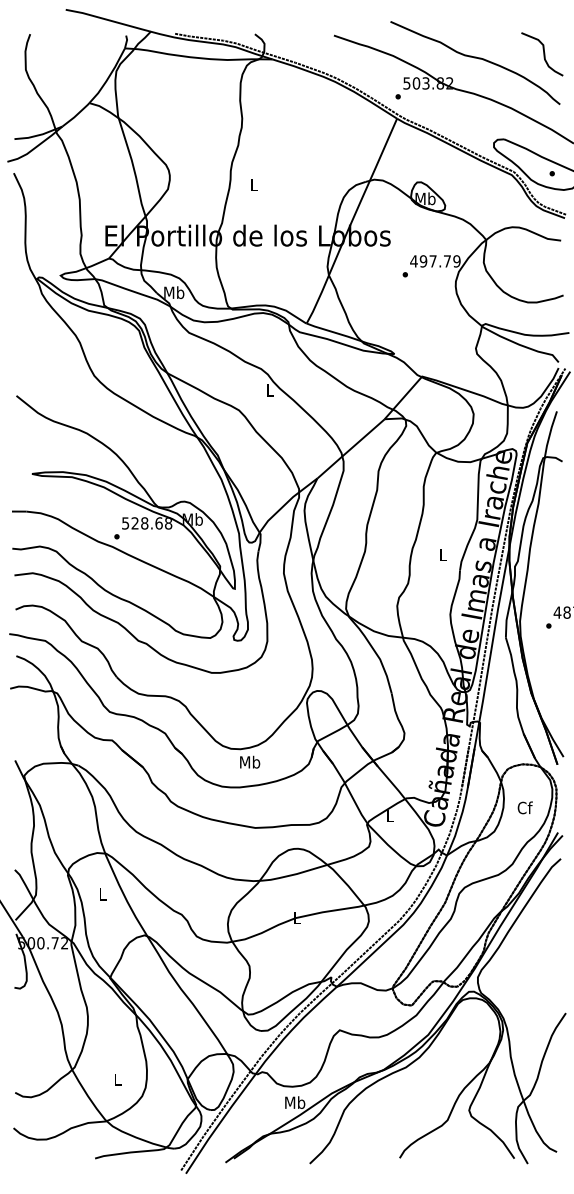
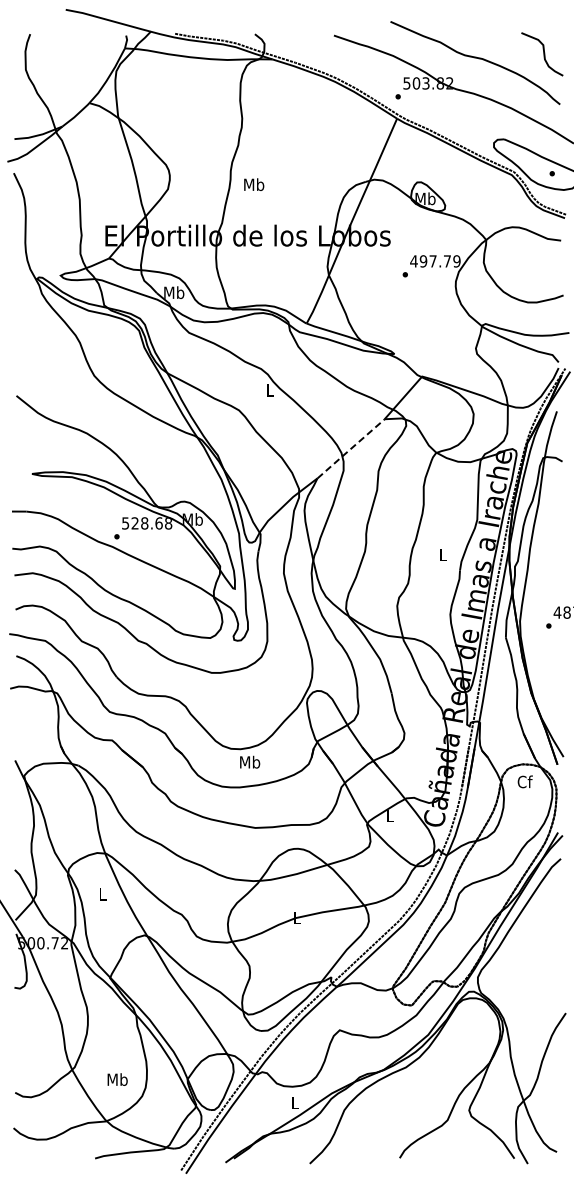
text at (254, 184): L -> Mb
line at (350, 449): solid -> dashed
text at (524, 807) position: (524, 807) -> (524, 781)
text at (117, 1079): L -> Mb
text at (295, 1102): Mb -> L
